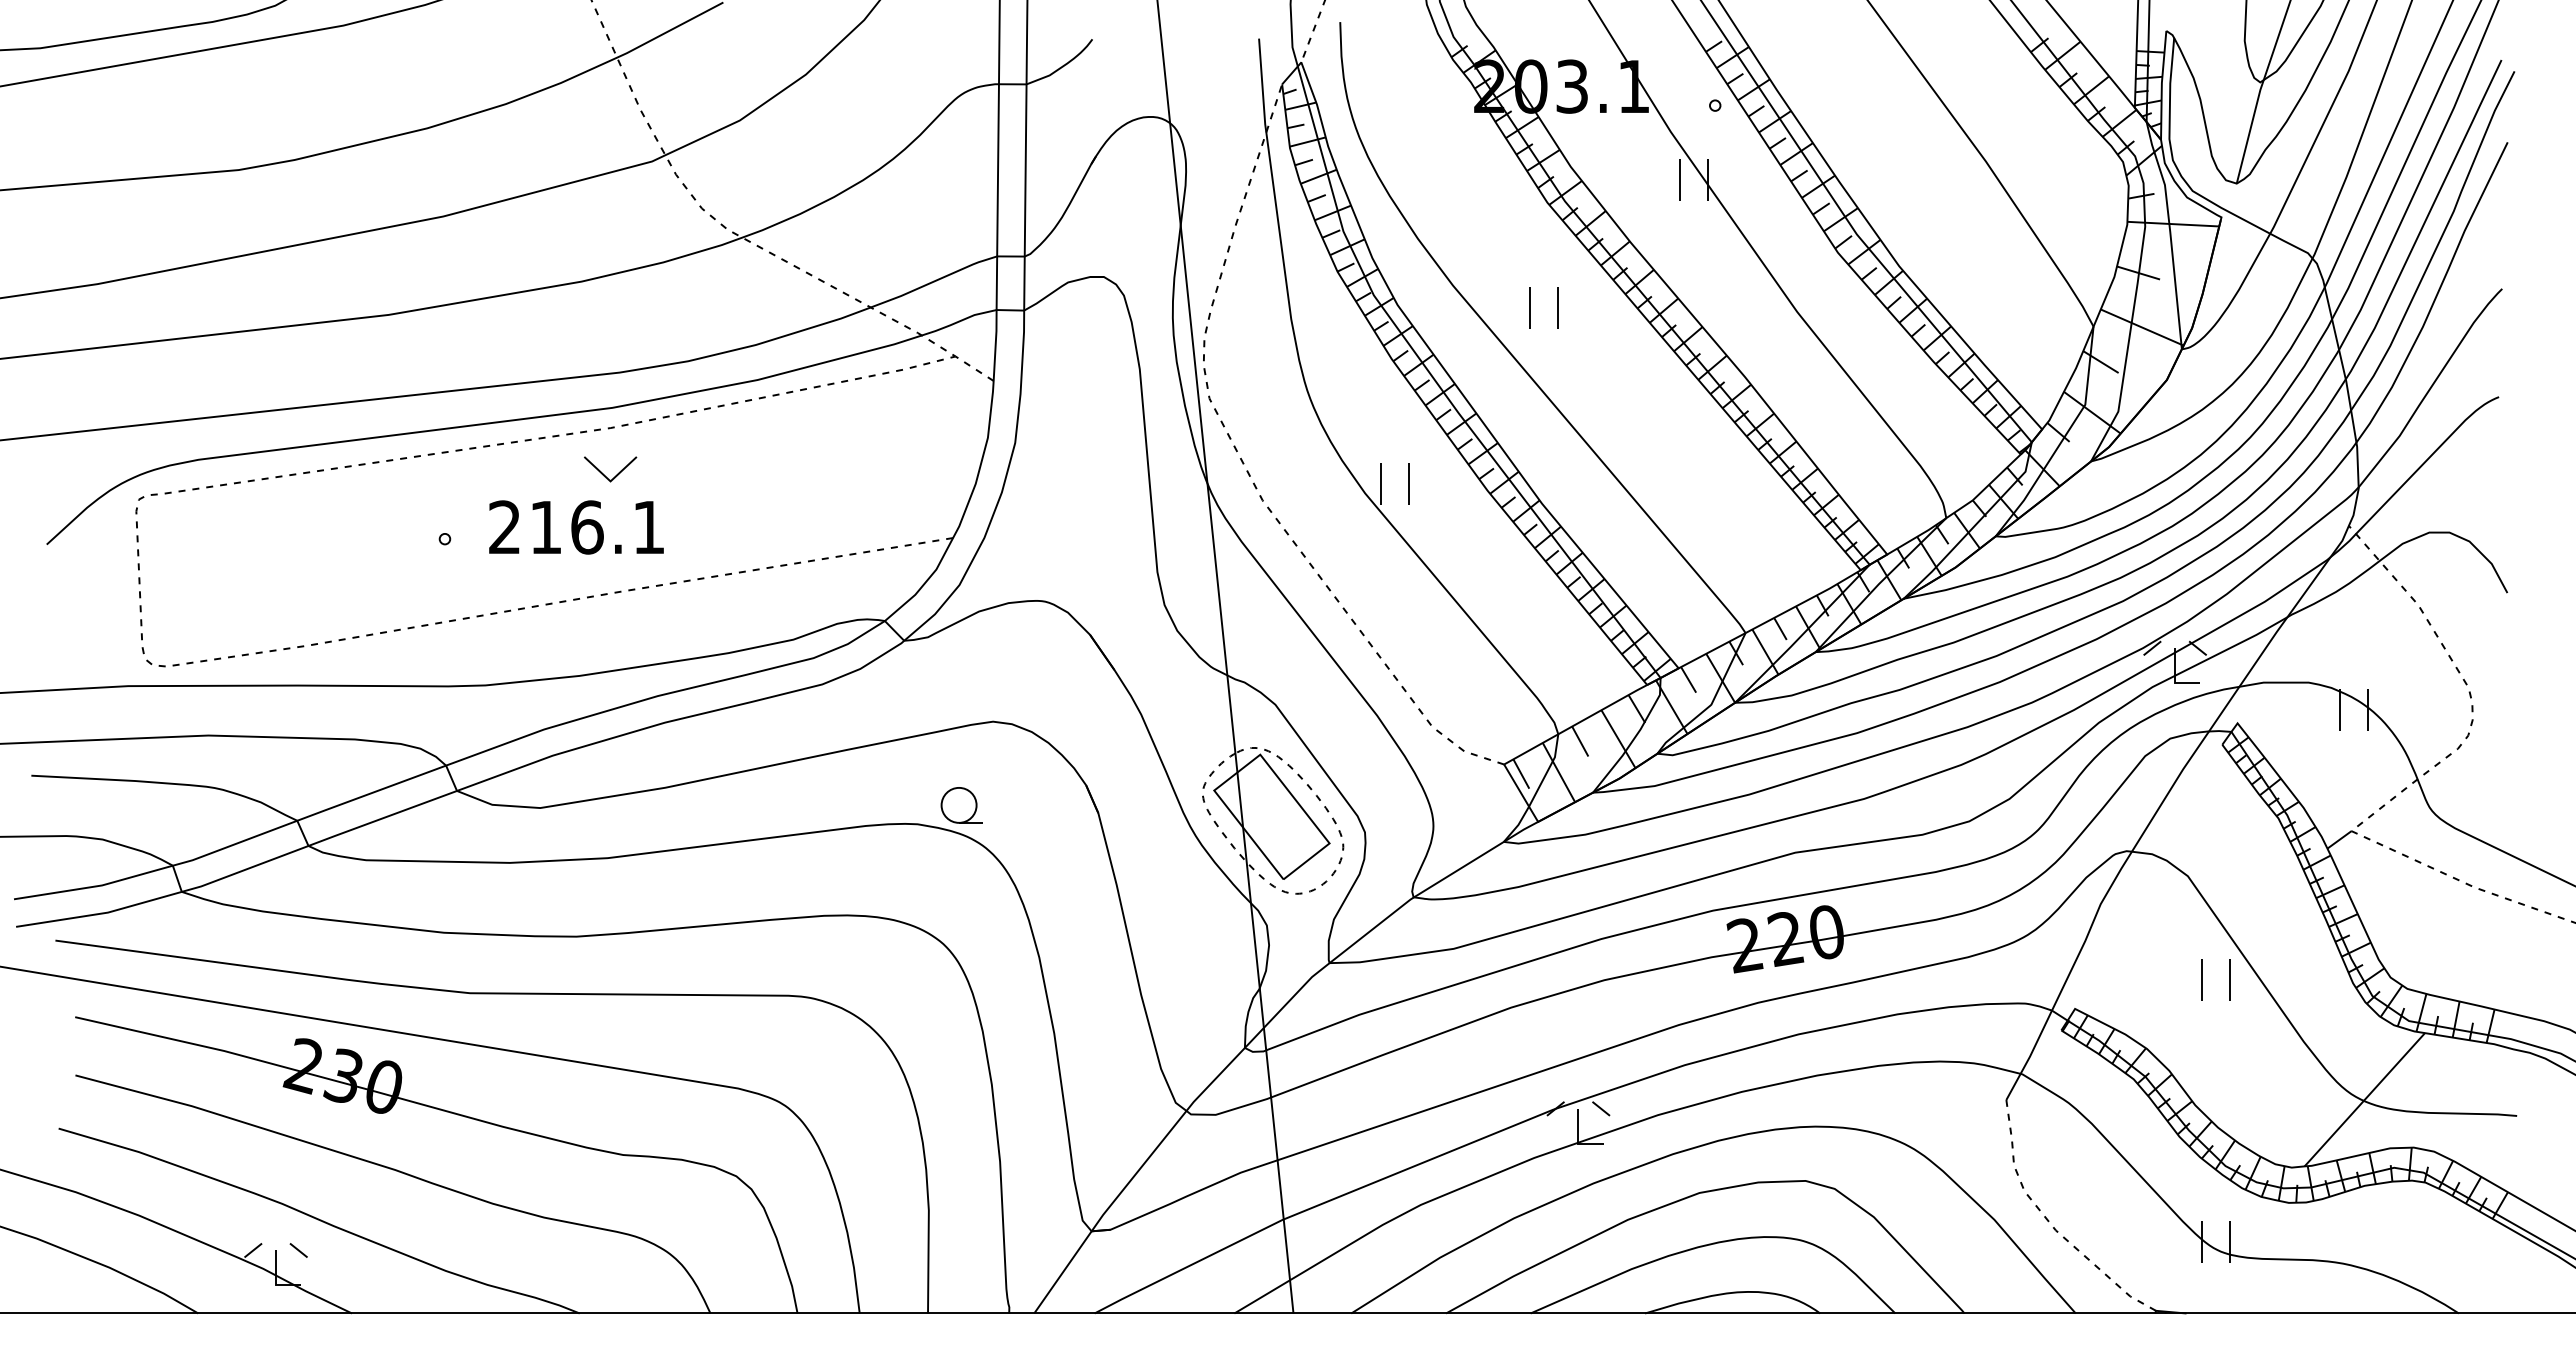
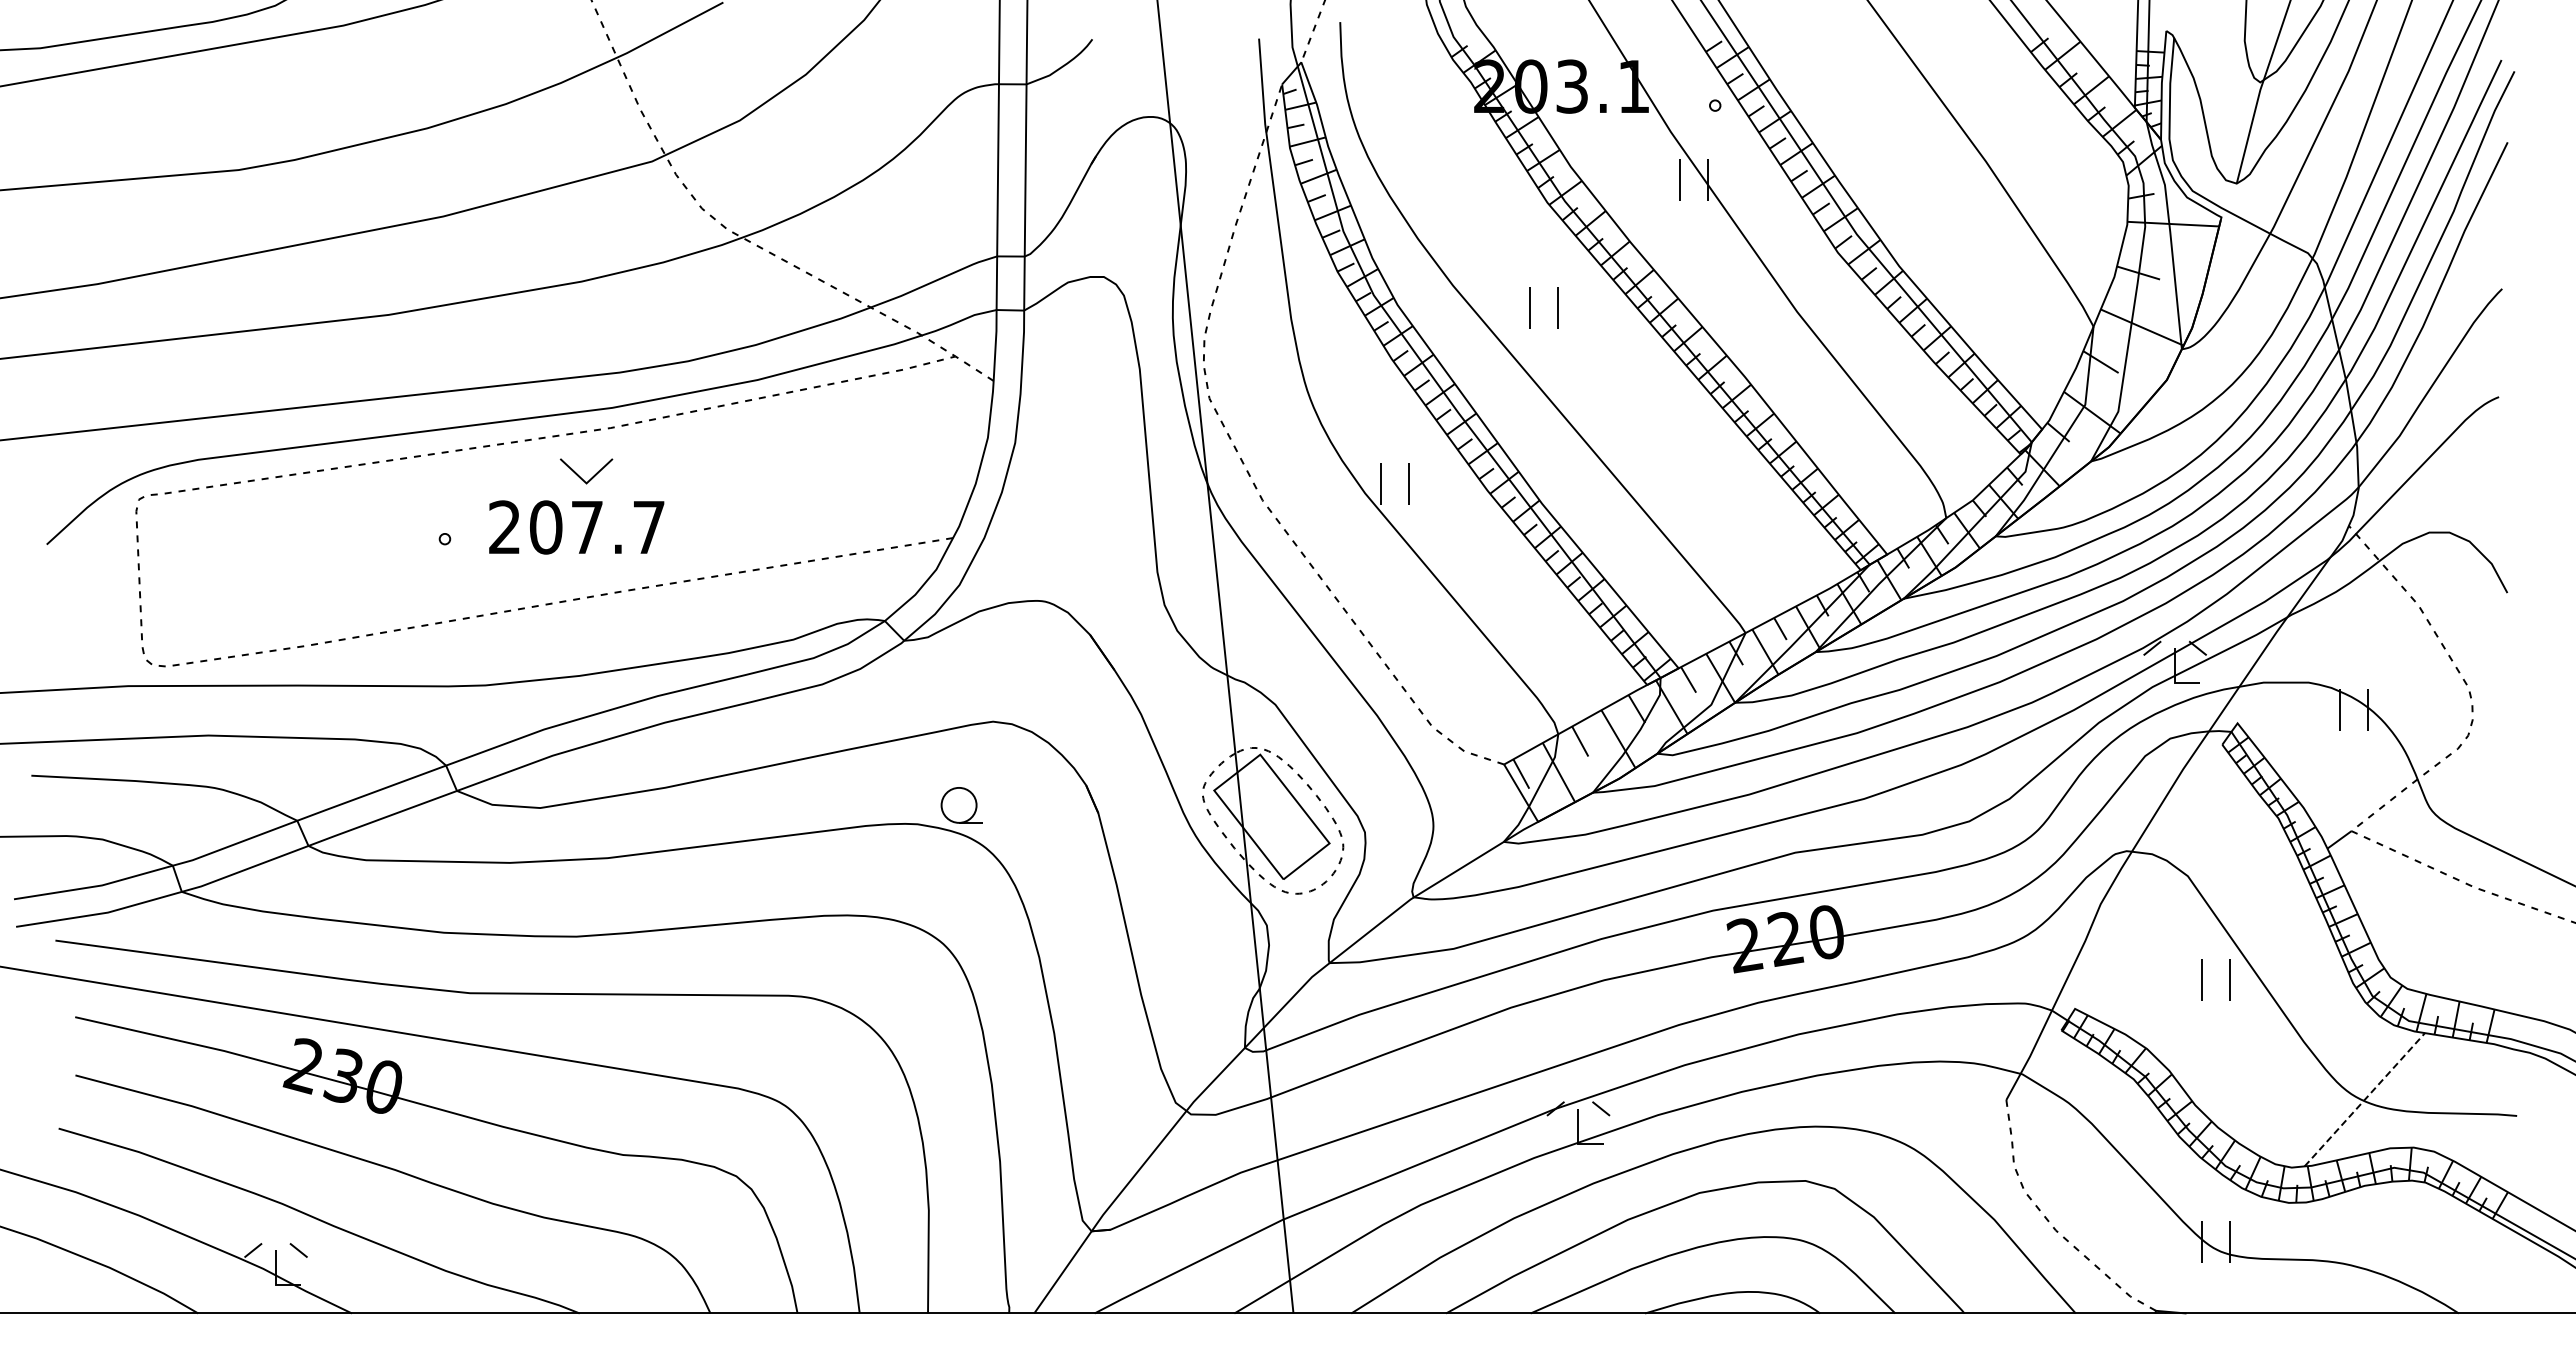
part at (604, 474) position: (604, 474) -> (580, 476)
text at (597, 527): 216.1 -> 207.7
line at (2364, 1100): solid -> dashed
